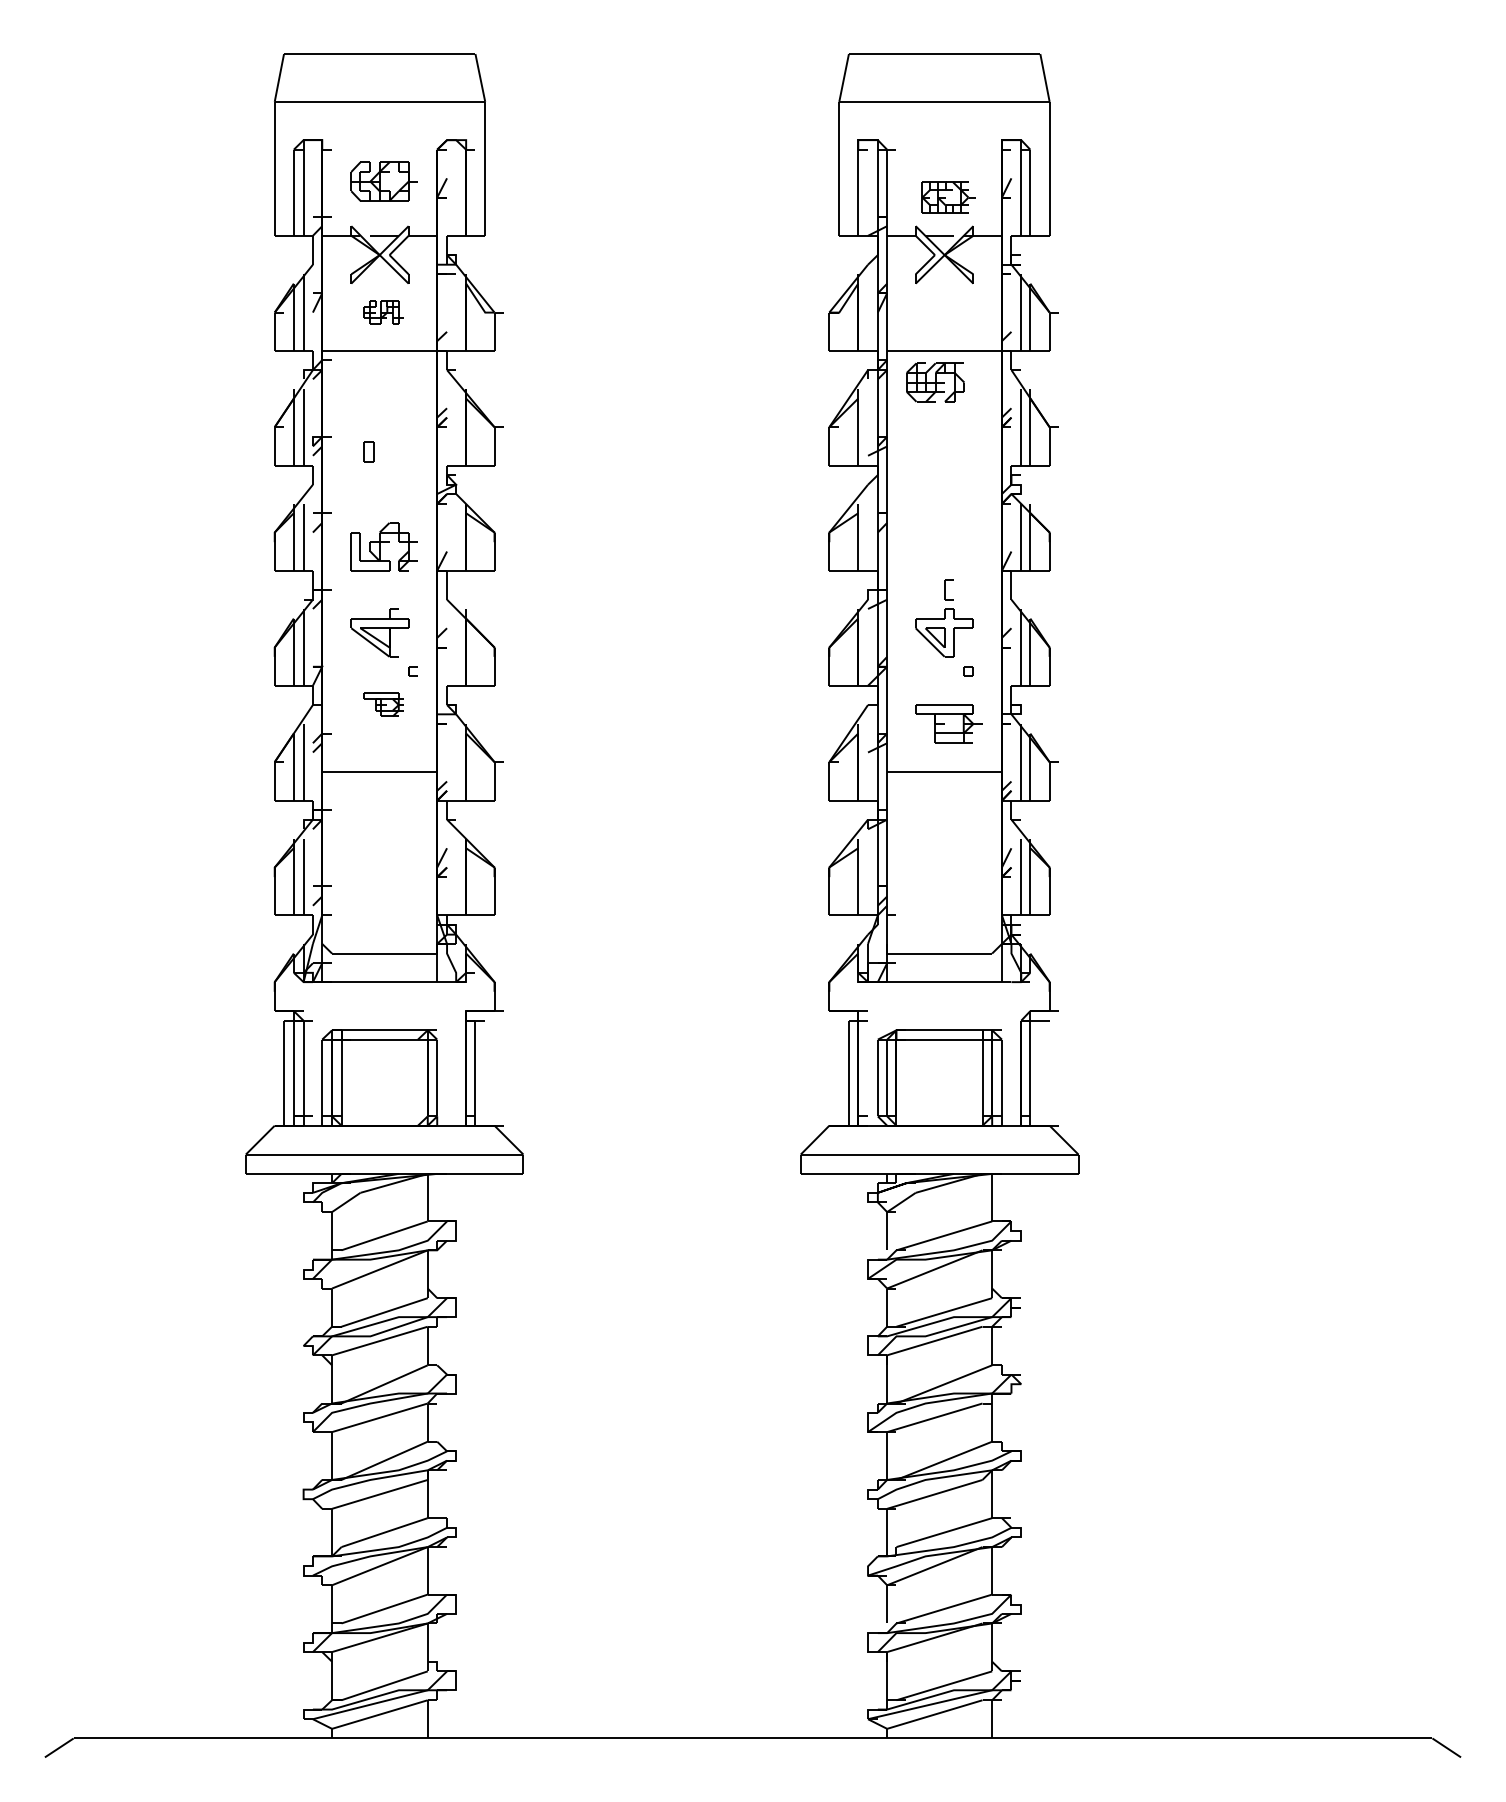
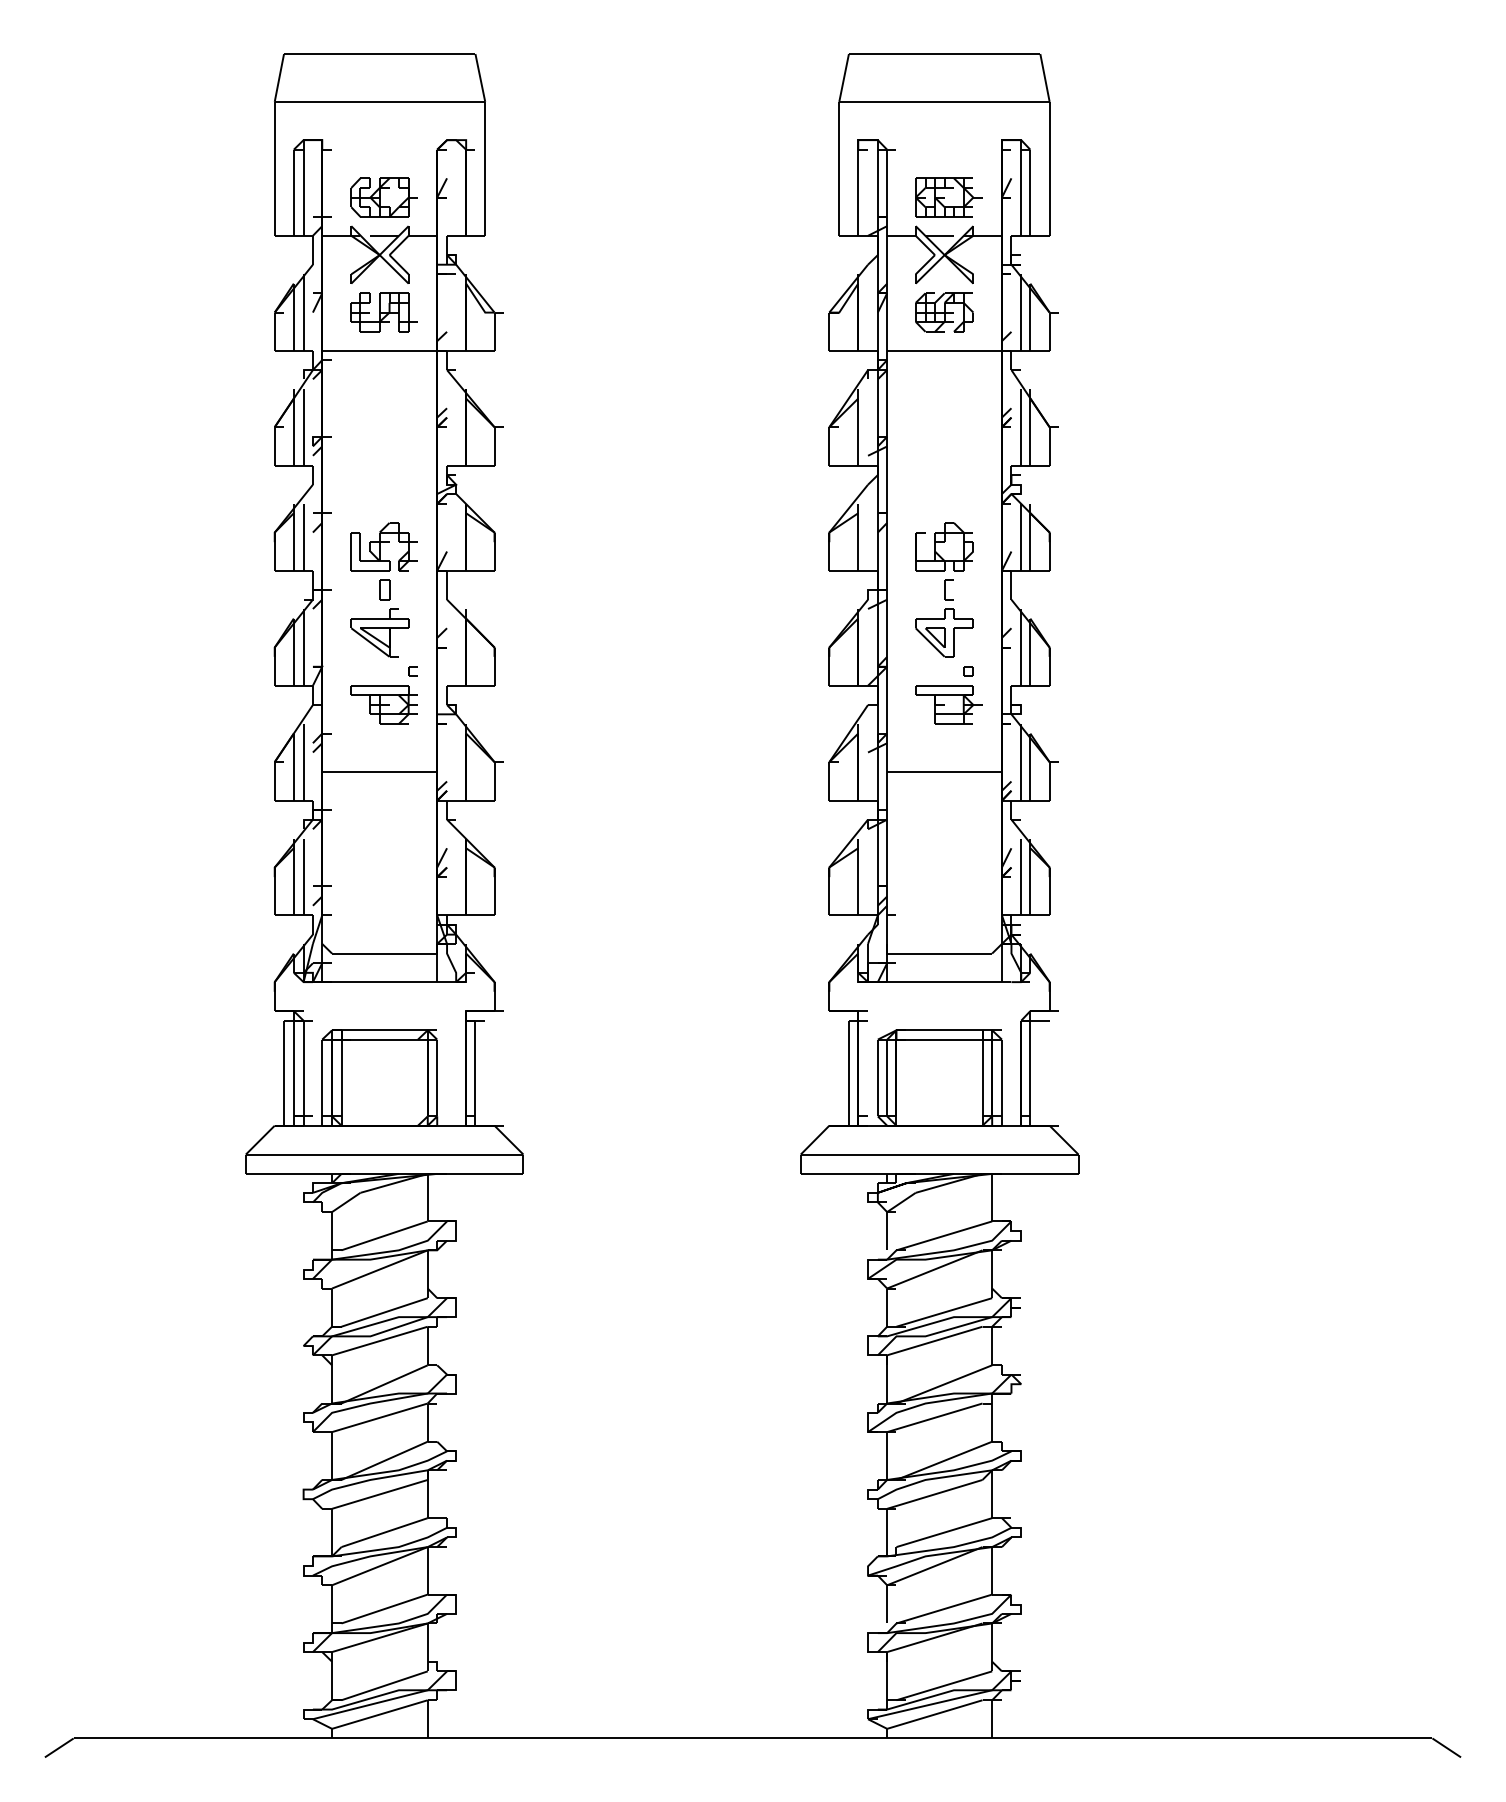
part at (383, 181) position: (383, 181) -> (383, 197)
part at (948, 197) size: 55x33 px -> 68x41 px
part at (383, 312) size: 41x25 px -> 68x41 px
part at (935, 382) position: (935, 382) -> (944, 312)
part at (368, 451) position: (368, 451) -> (384, 589)
part at (944, 546): none -> present
part at (383, 704) size: 41x25 px -> 68x40 px
part at (948, 723) position: (948, 723) -> (948, 704)
